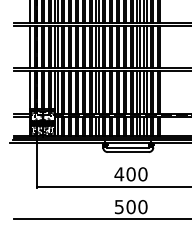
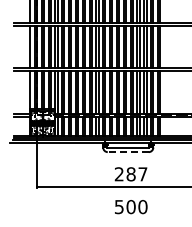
line at (128, 152): solid -> dashed
text at (130, 174): 400 -> 287
line at (101, 219): present -> none
